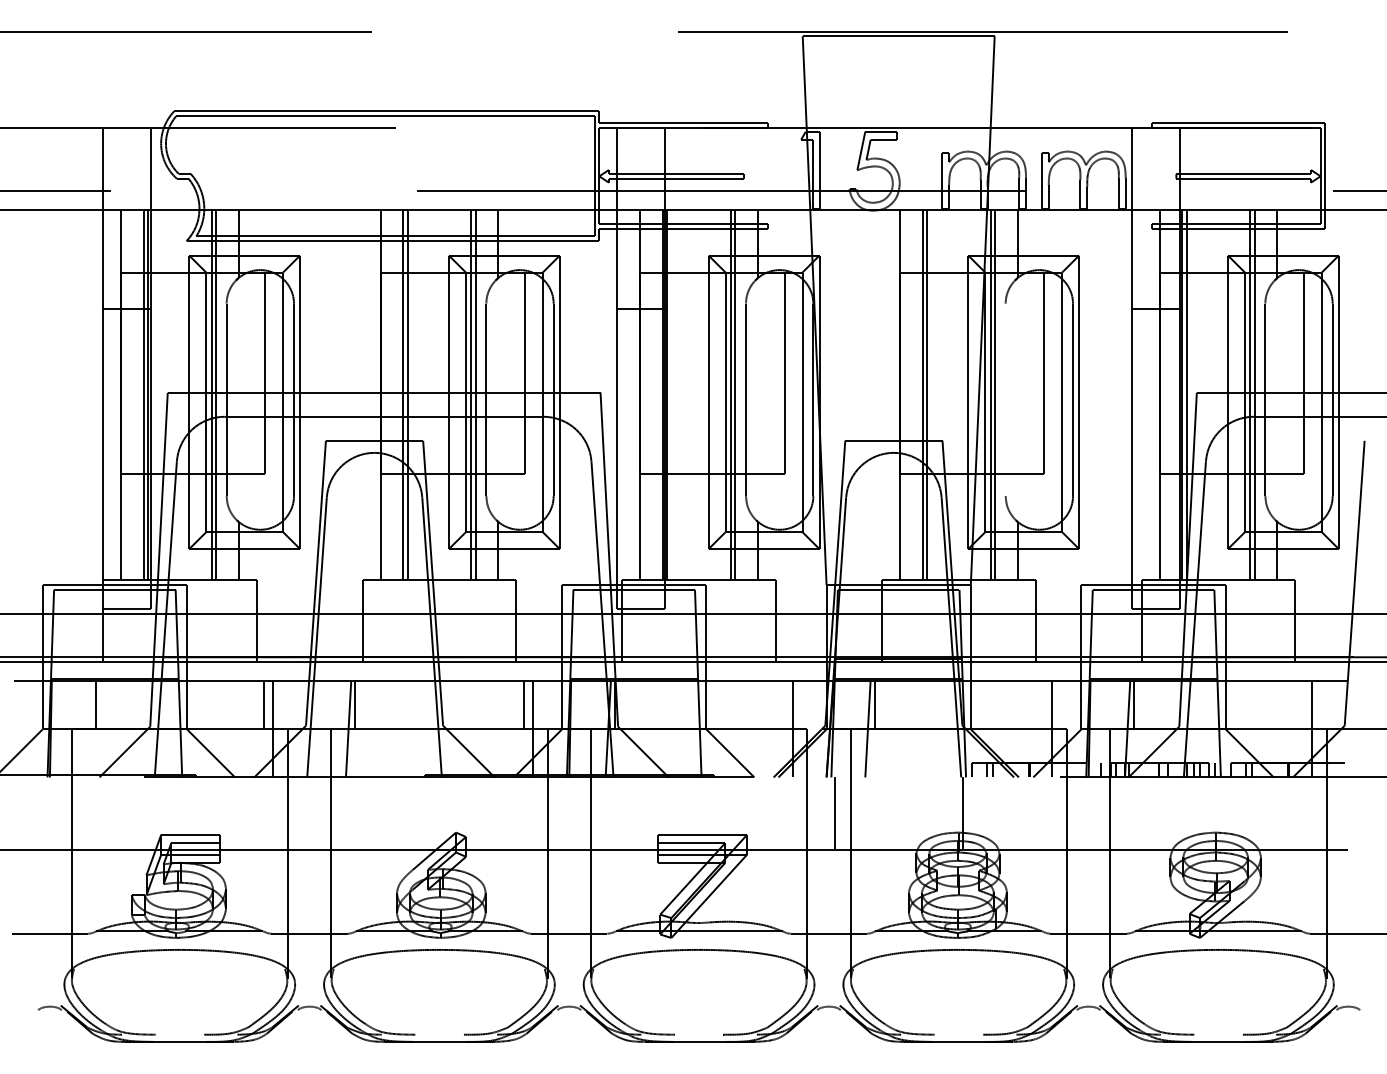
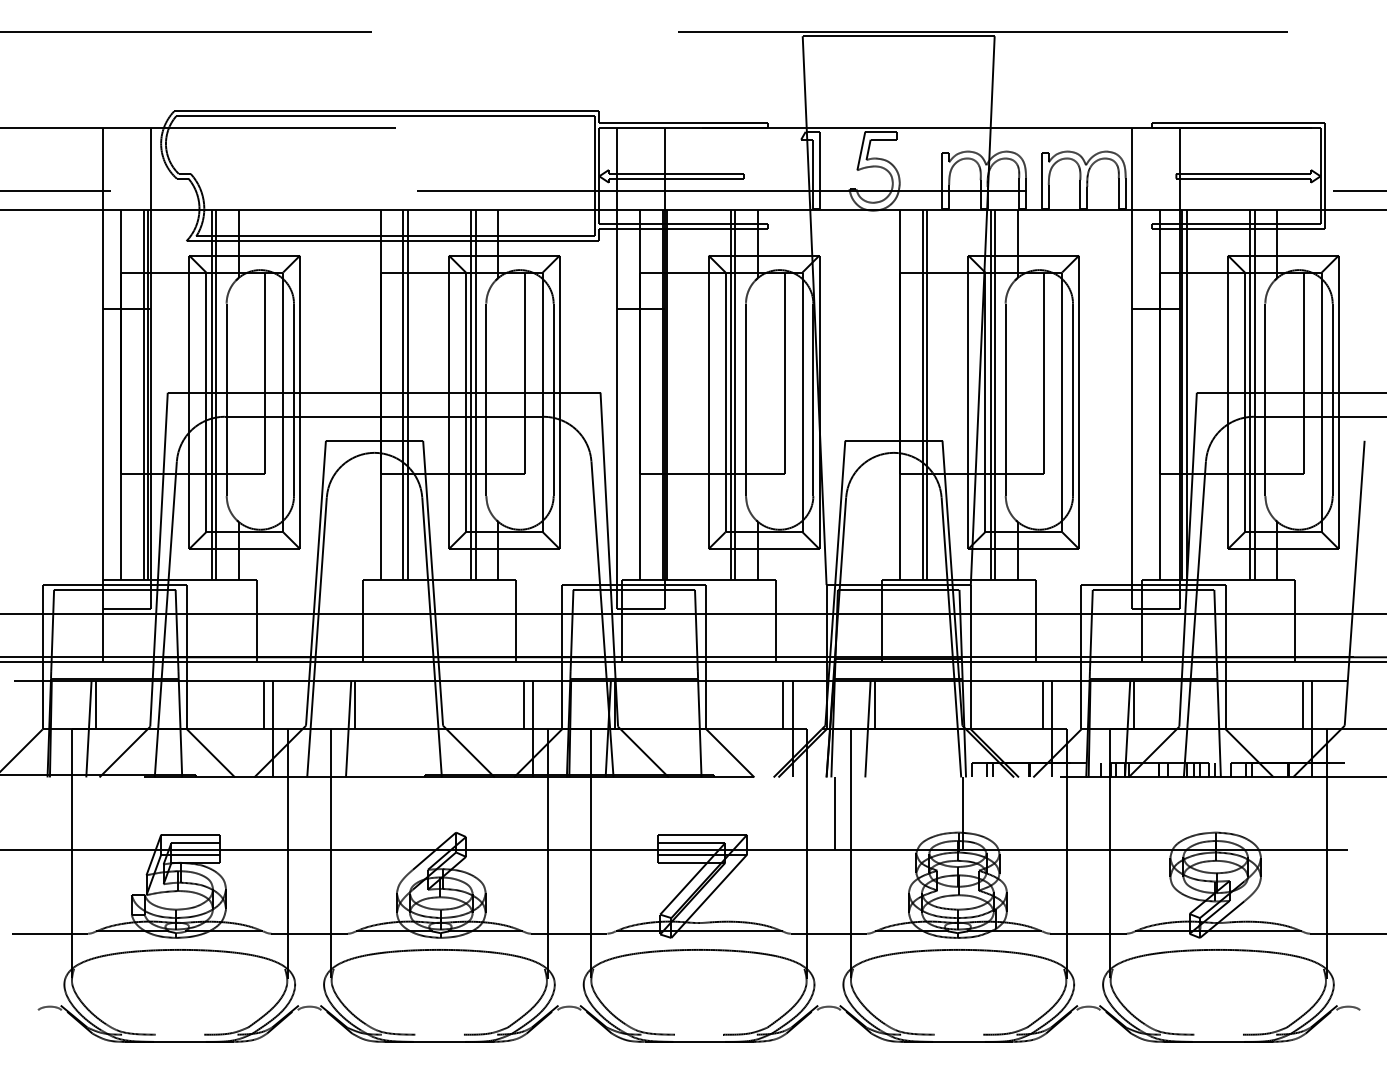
line at (1005, 399): none -> present
line at (783, 705): none -> present
line at (1042, 705): none -> present
line at (1302, 705): none -> present
line at (88, 729): none -> present
